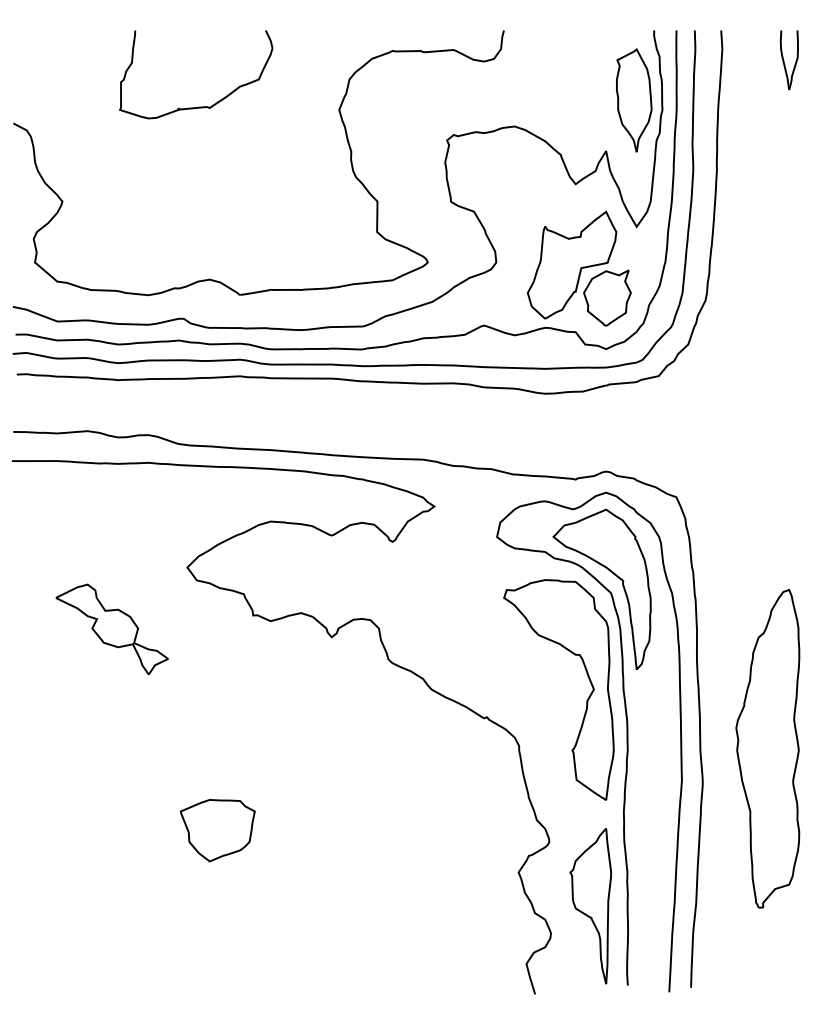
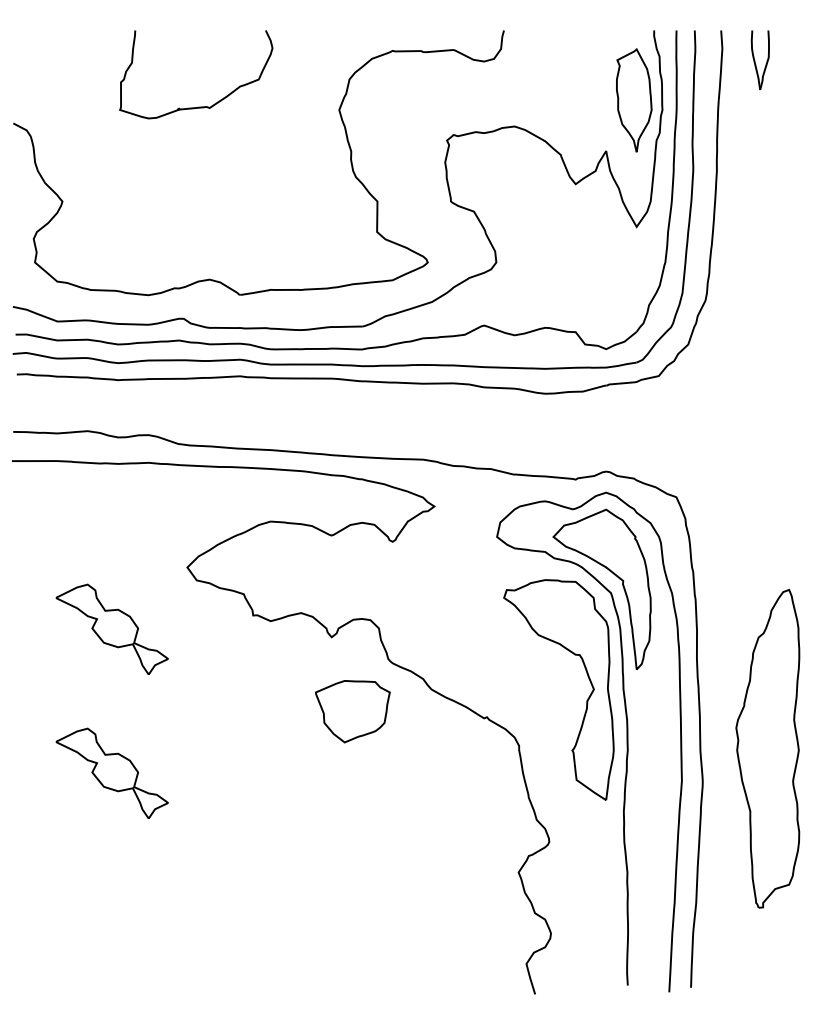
part at (788, 60) position: (788, 60) -> (759, 60)
part at (579, 268): present -> none
part at (111, 772): none -> present
part at (217, 830) position: (217, 830) -> (352, 711)
part at (590, 906): present -> none
